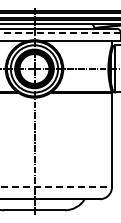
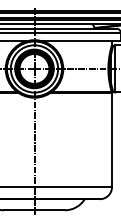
line at (59, 33): dashed -> solid
line at (56, 187): dashed -> solid
